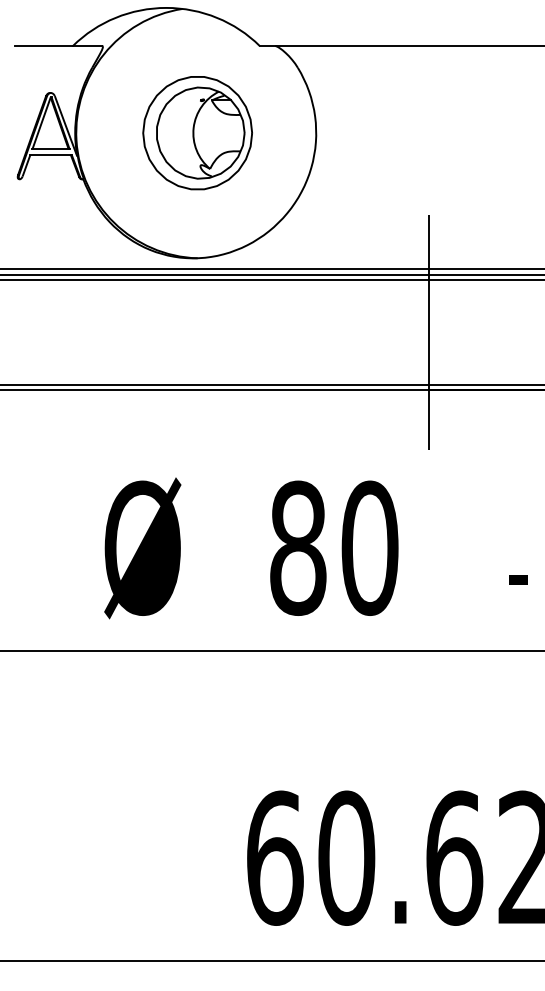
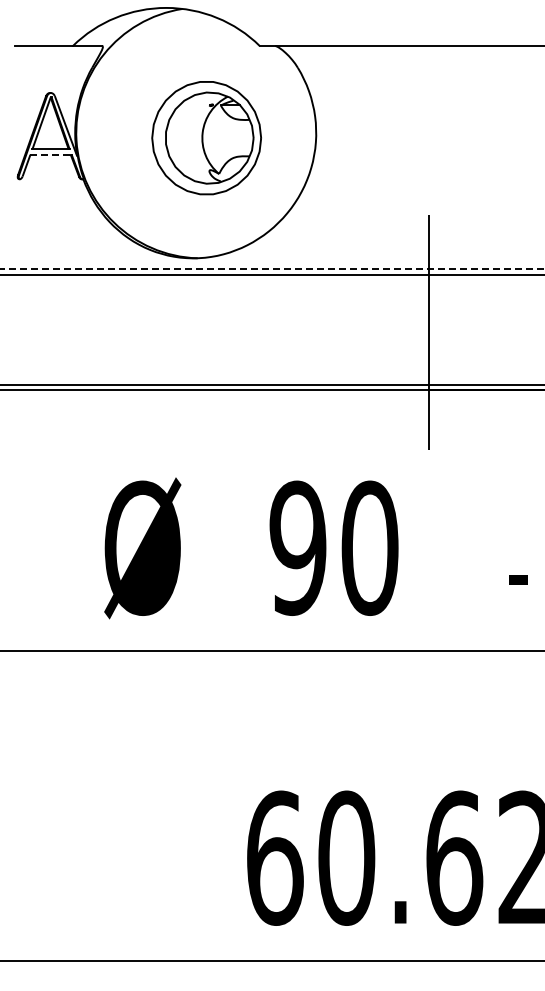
part at (197, 133) position: (197, 133) -> (206, 138)
line at (51, 154): solid -> dashed
line at (272, 269): solid -> dashed
line at (271, 280): present -> none
text at (297, 547): 80 -> 90
